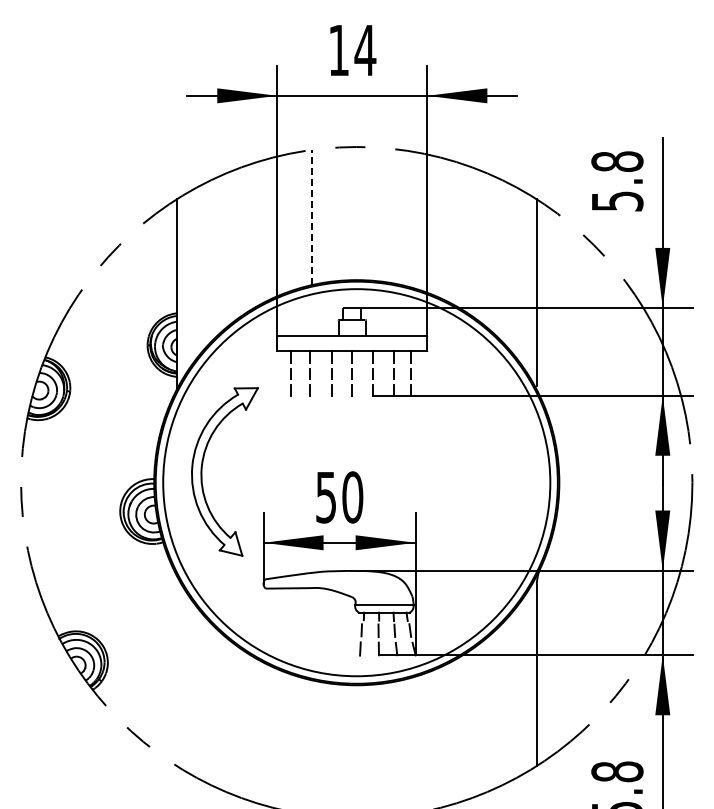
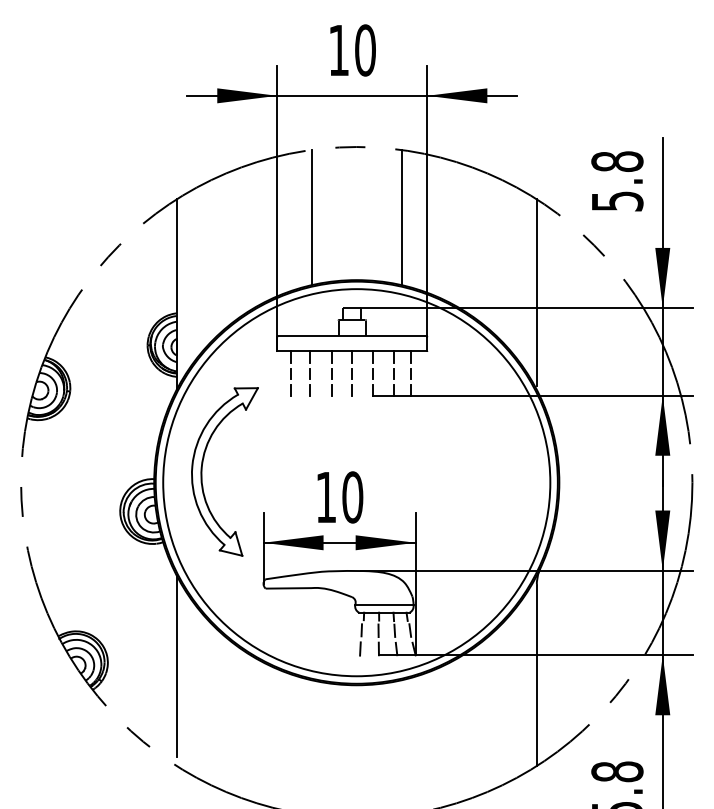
text at (365, 50): 14 -> 10
line at (311, 217): dashed -> solid
line at (401, 217): none -> present
text at (325, 497): 50 -> 10
line at (176, 666): none -> present
